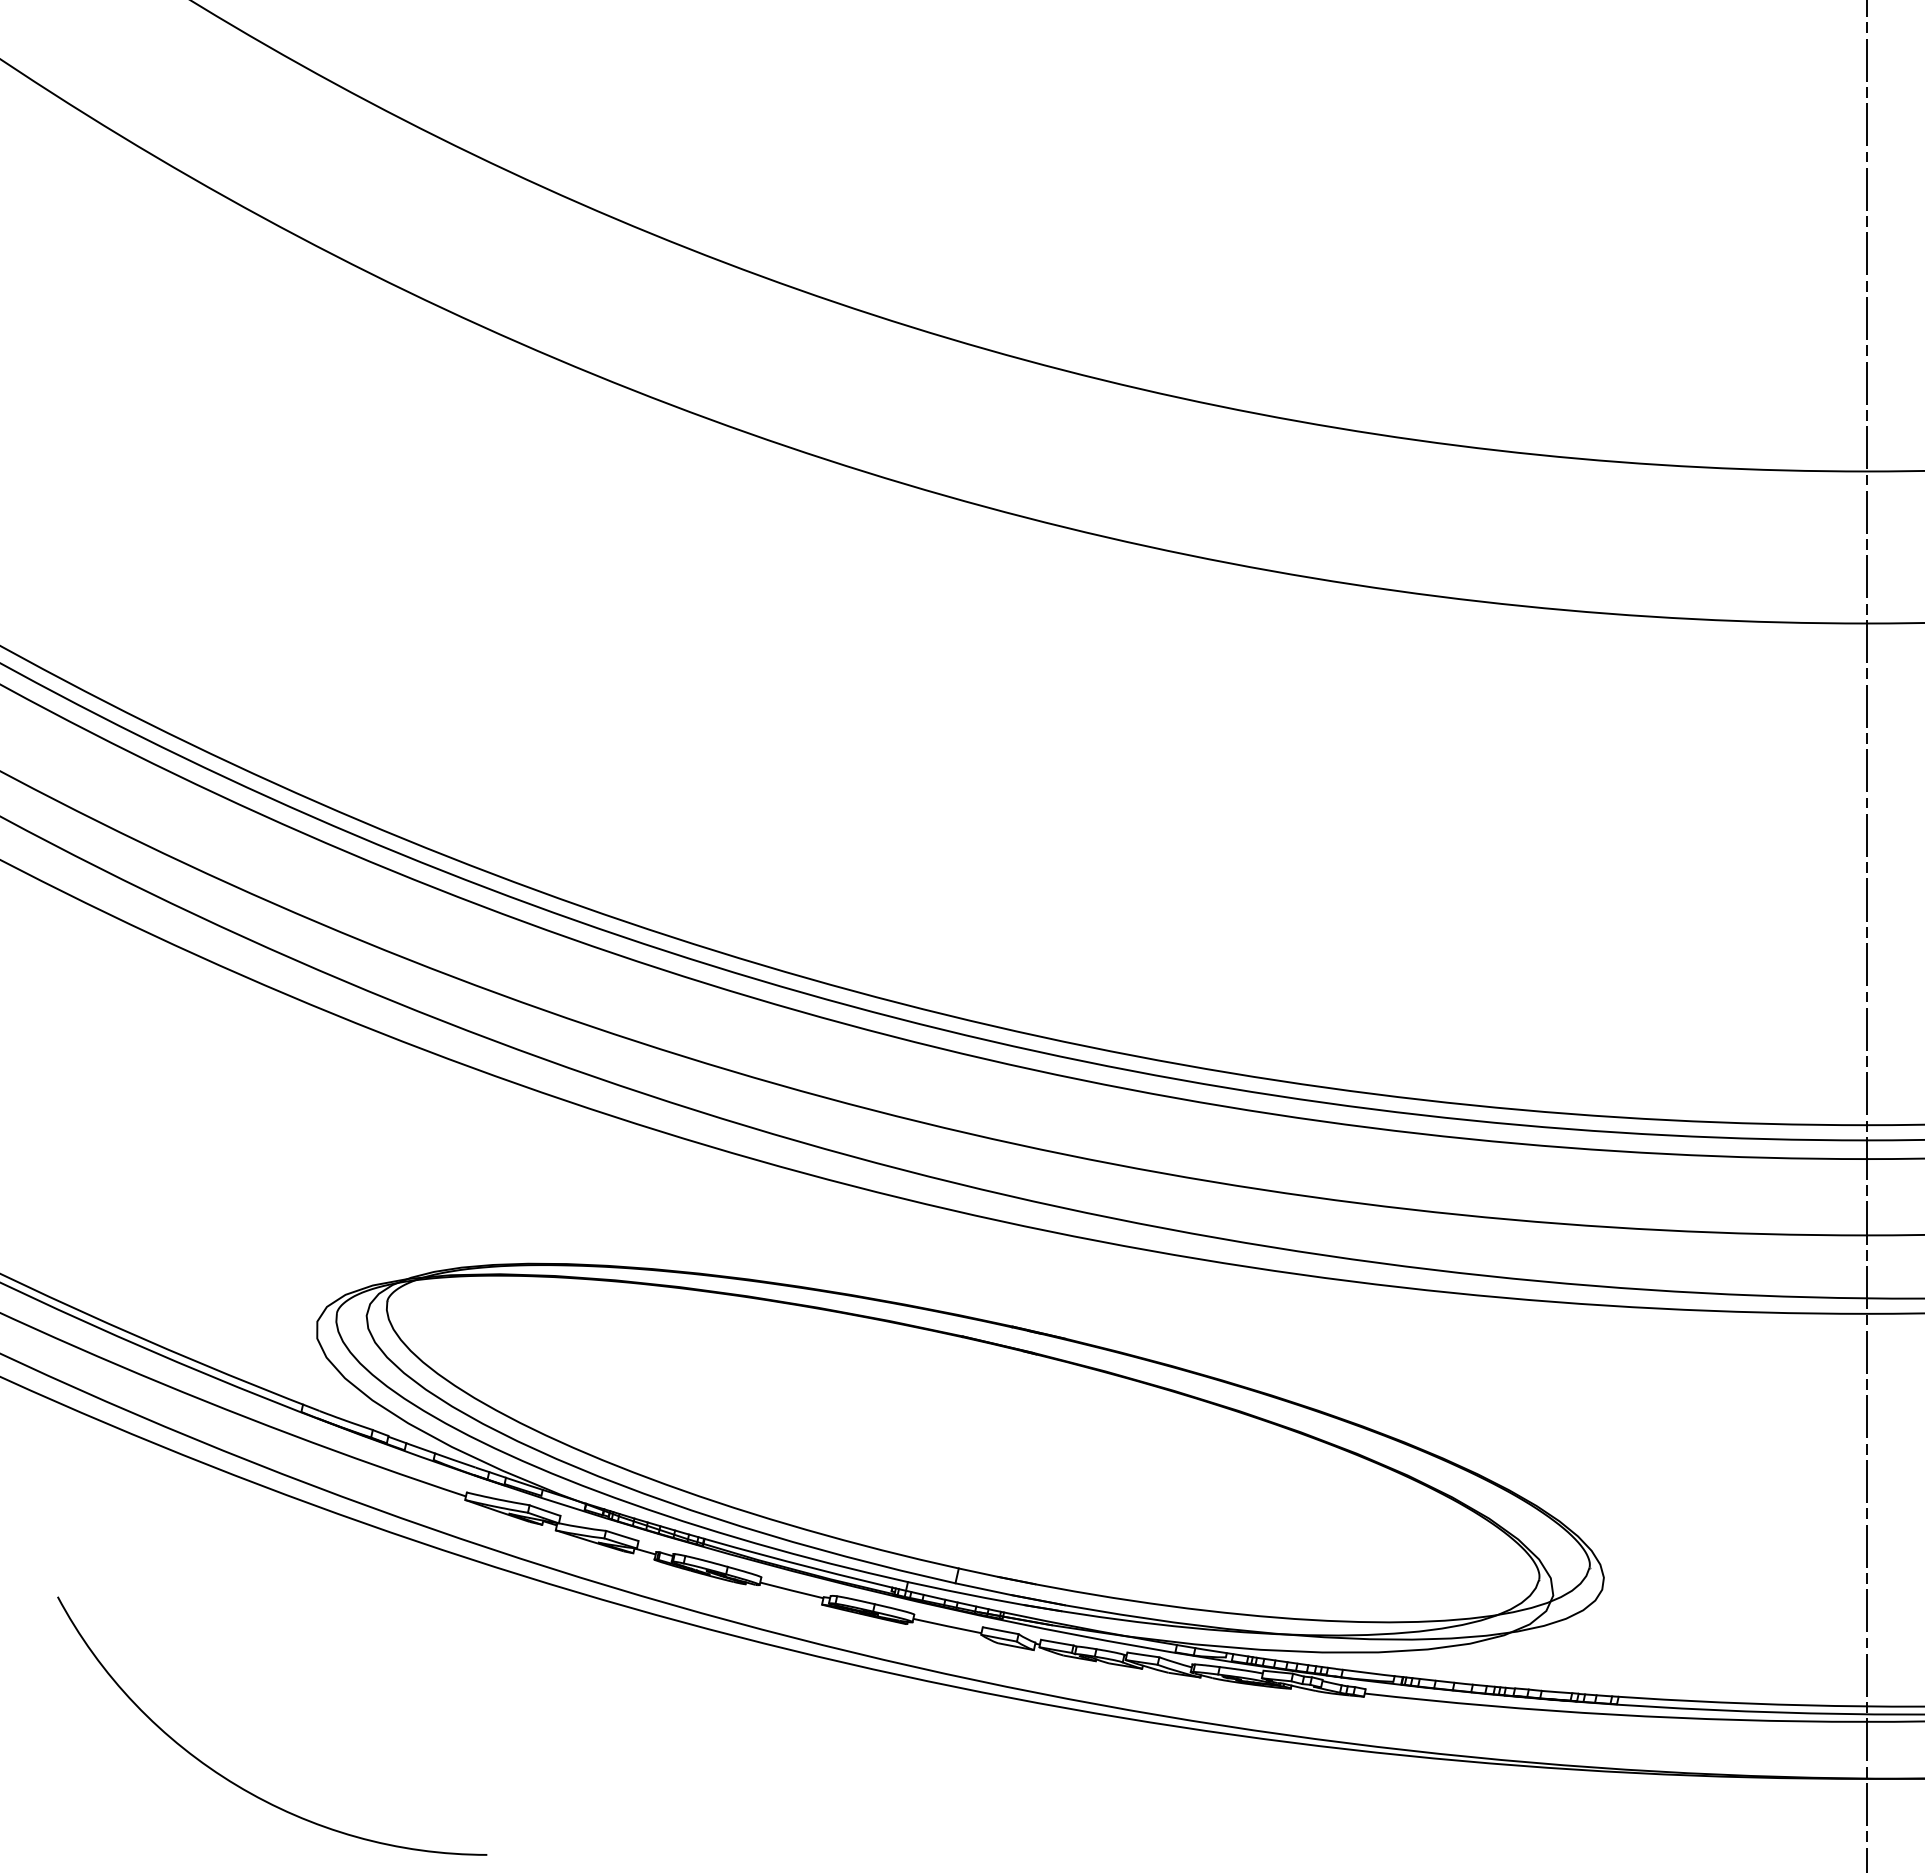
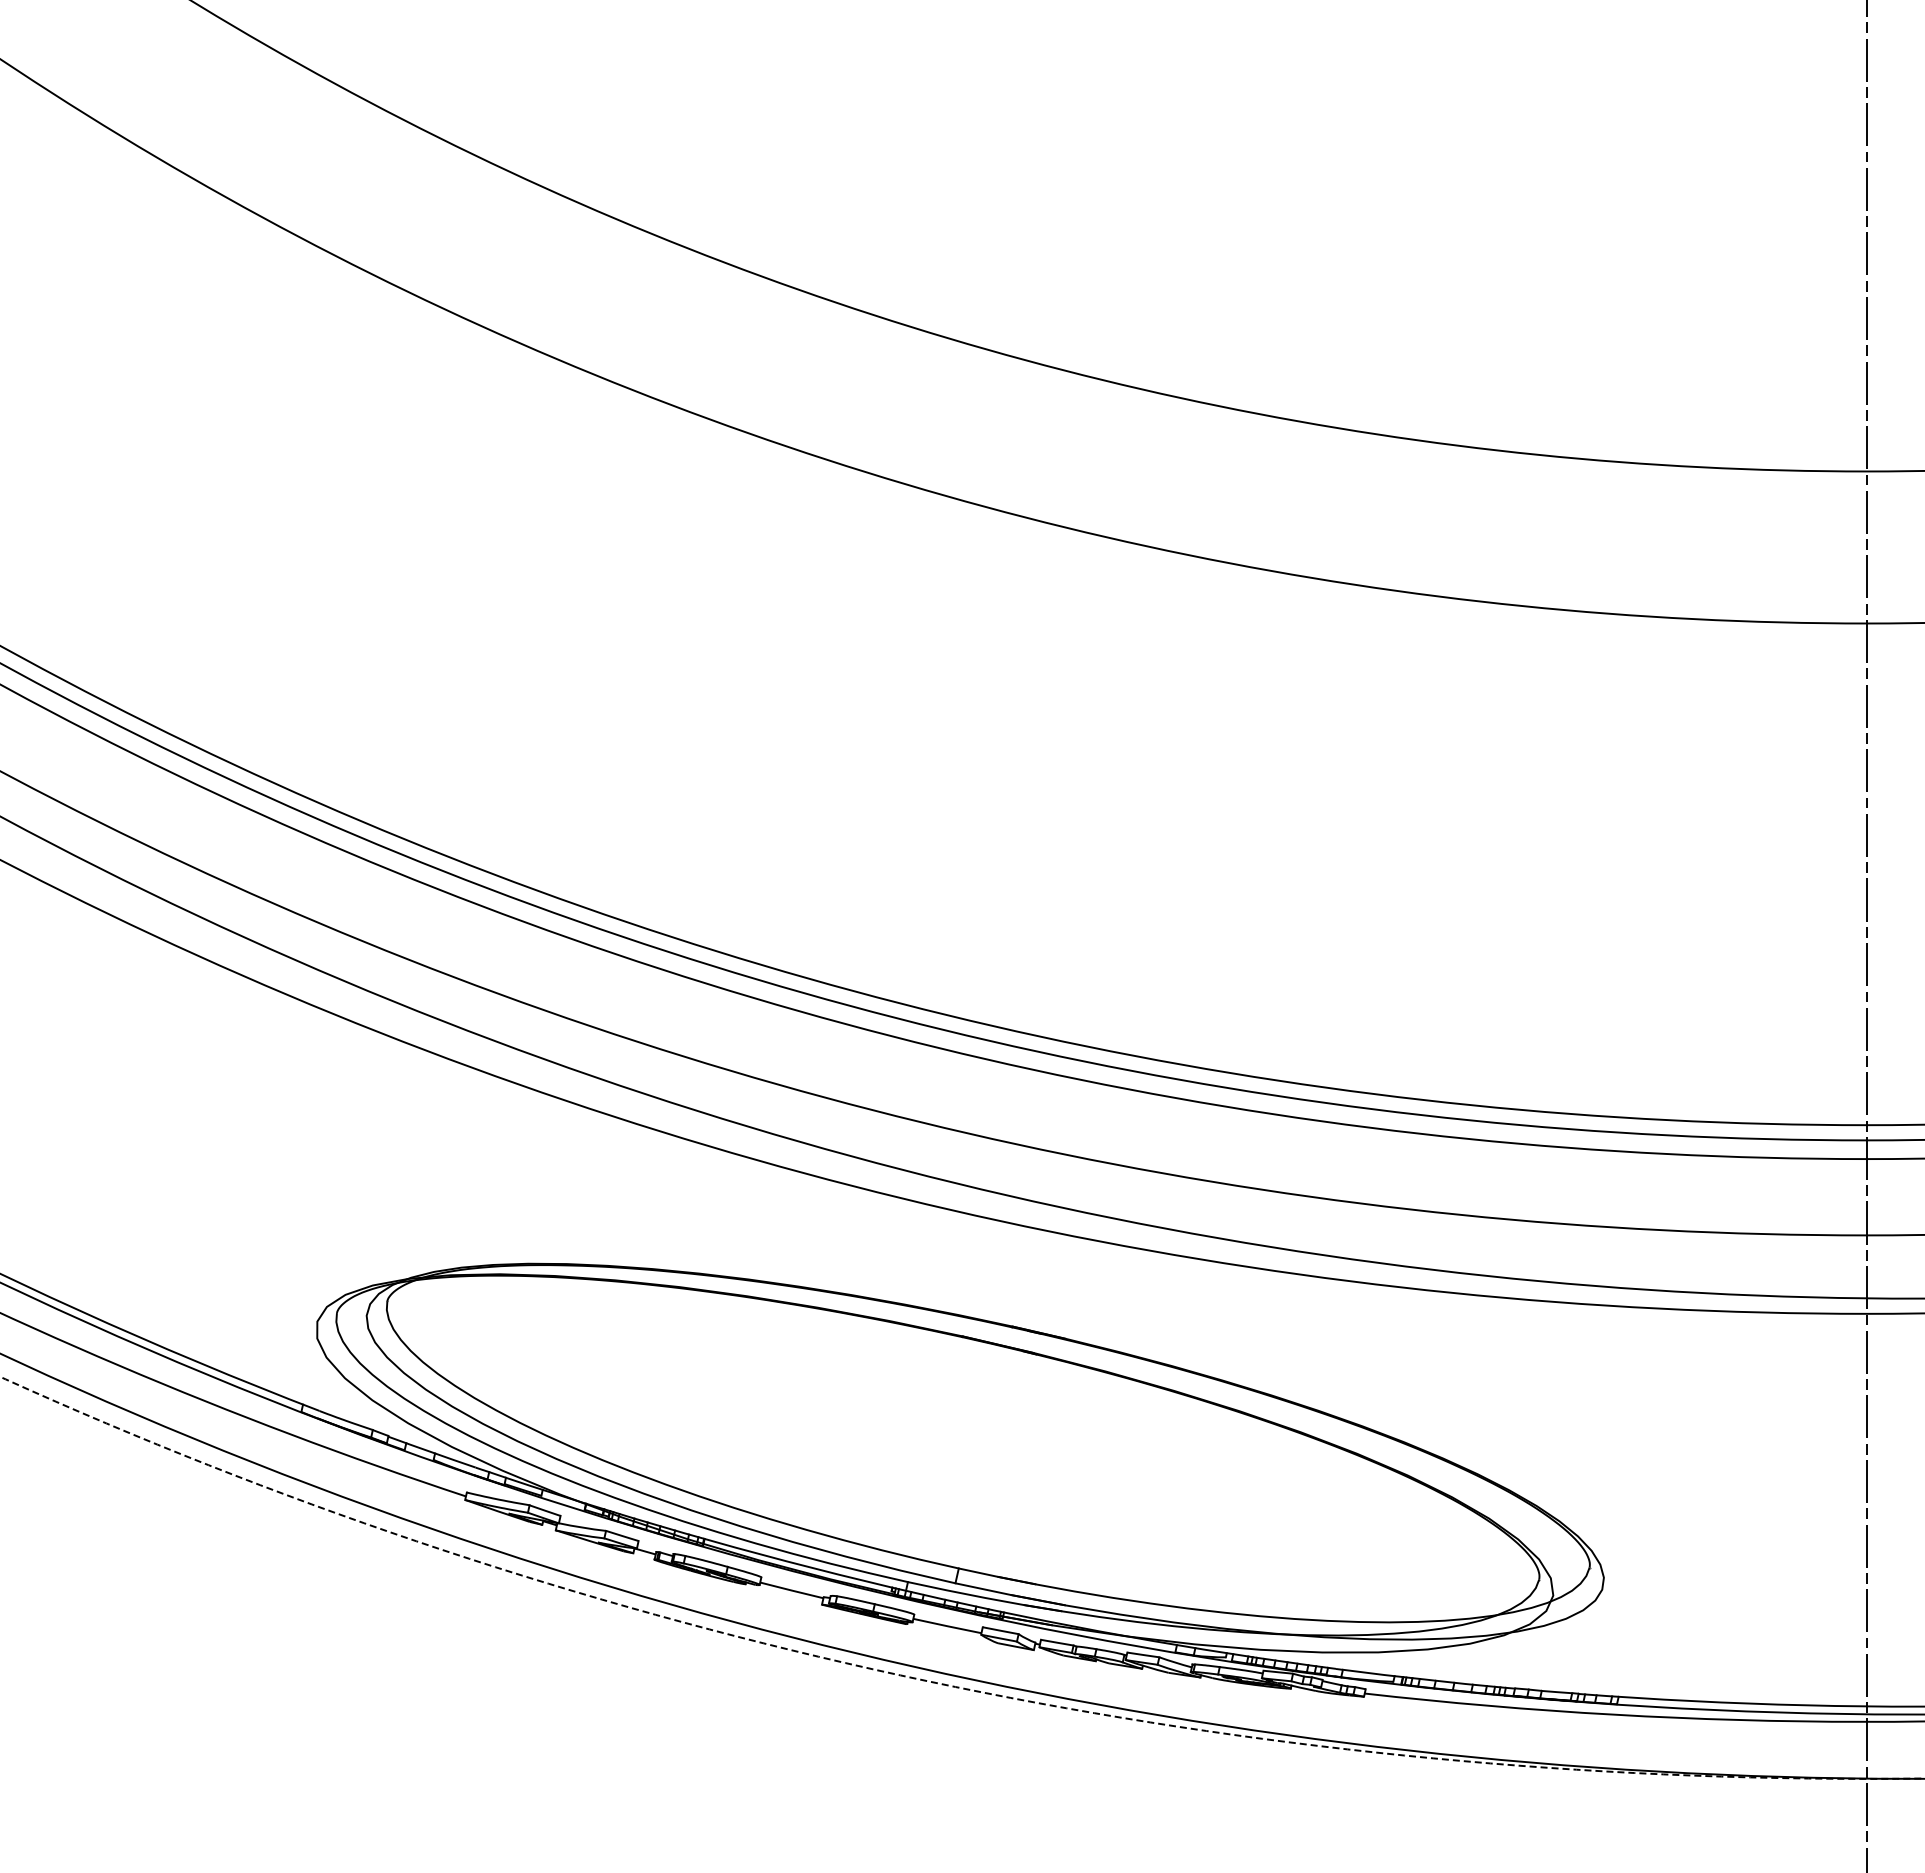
circle at (962, 1577): solid -> dashed
arc at (239, 1785): present -> none
